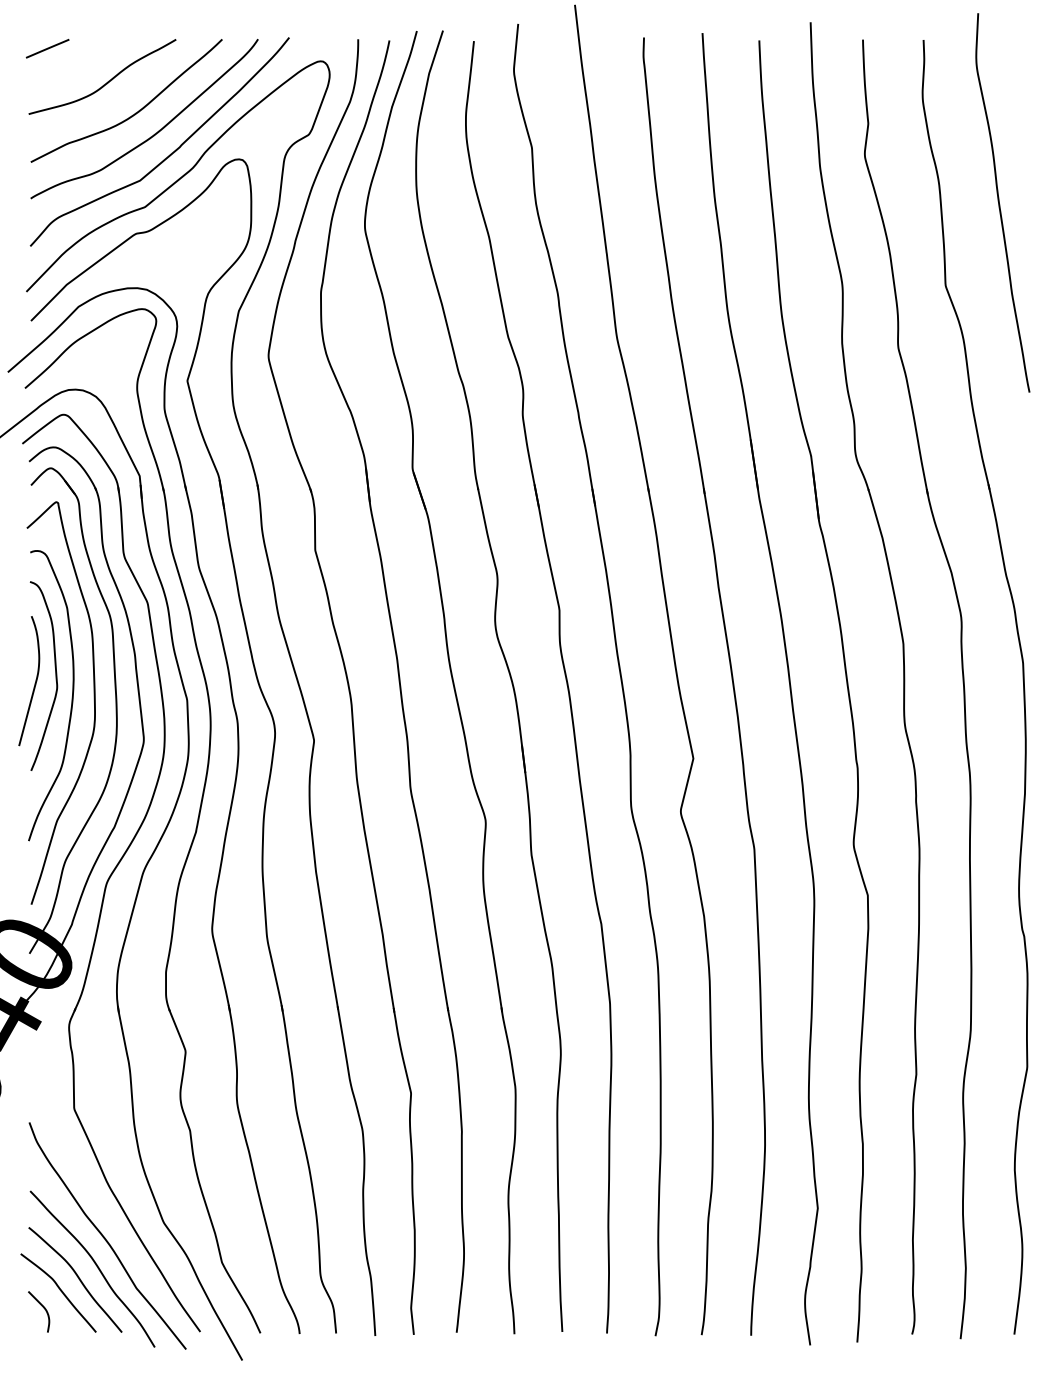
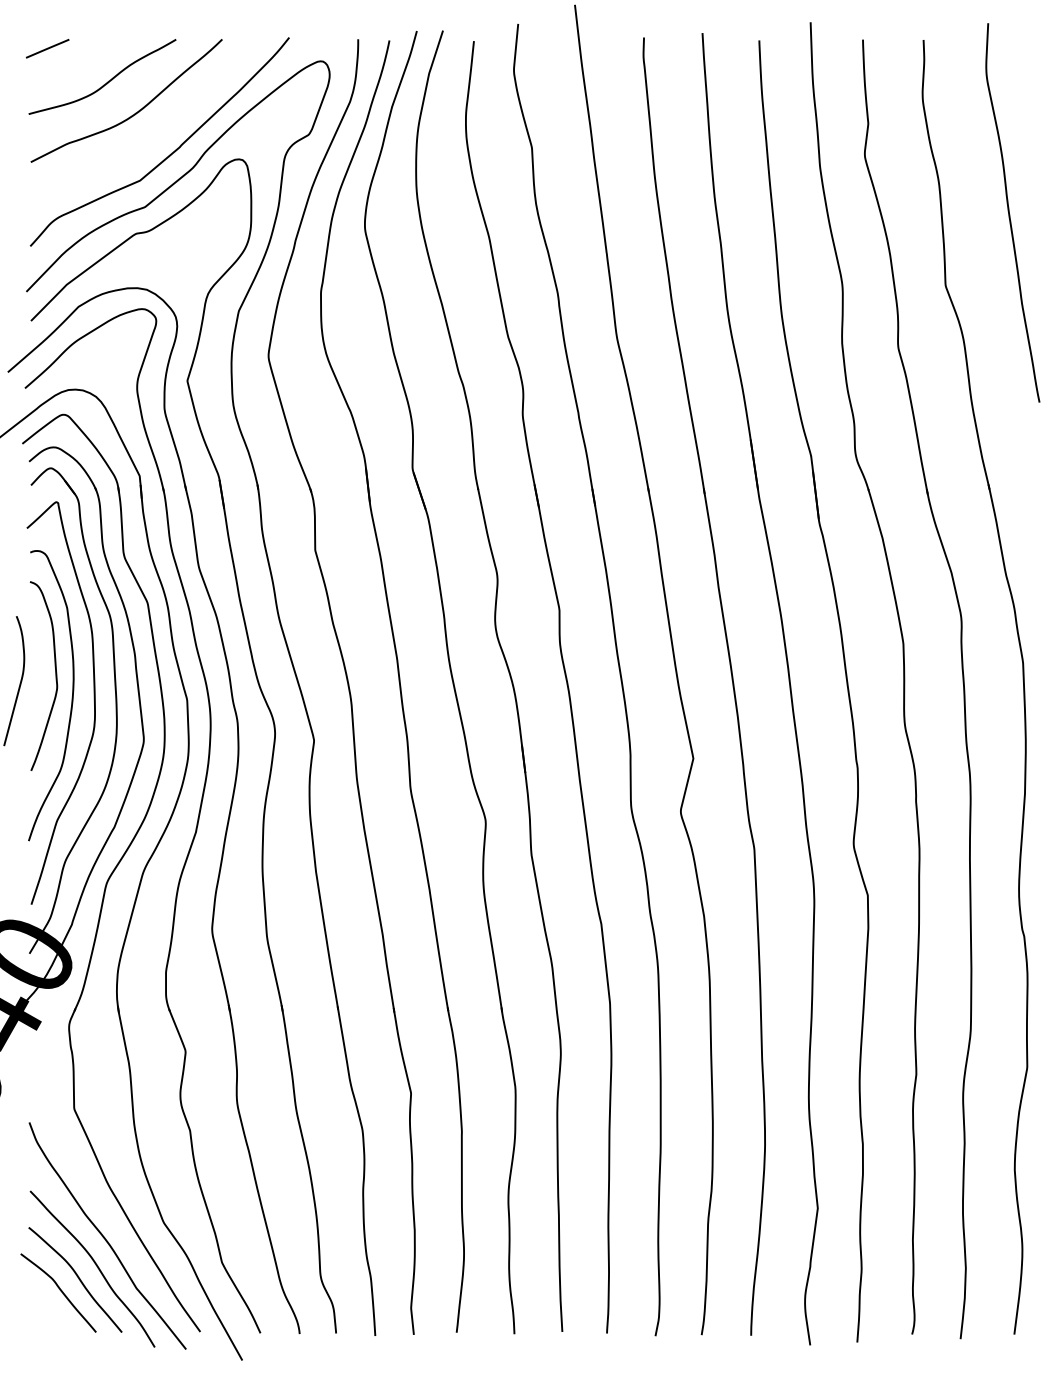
curve at (154, 133): present -> none
curve at (1000, 204) position: (1000, 204) -> (1010, 214)
curve at (34, 683) position: (34, 683) -> (19, 683)
curve at (42, 1307): present -> none
